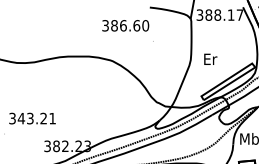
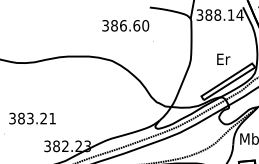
text at (239, 14): 388.17 -> 388.14
text at (210, 58) position: (210, 58) -> (223, 58)
text at (21, 118): 343.21 -> 383.21
